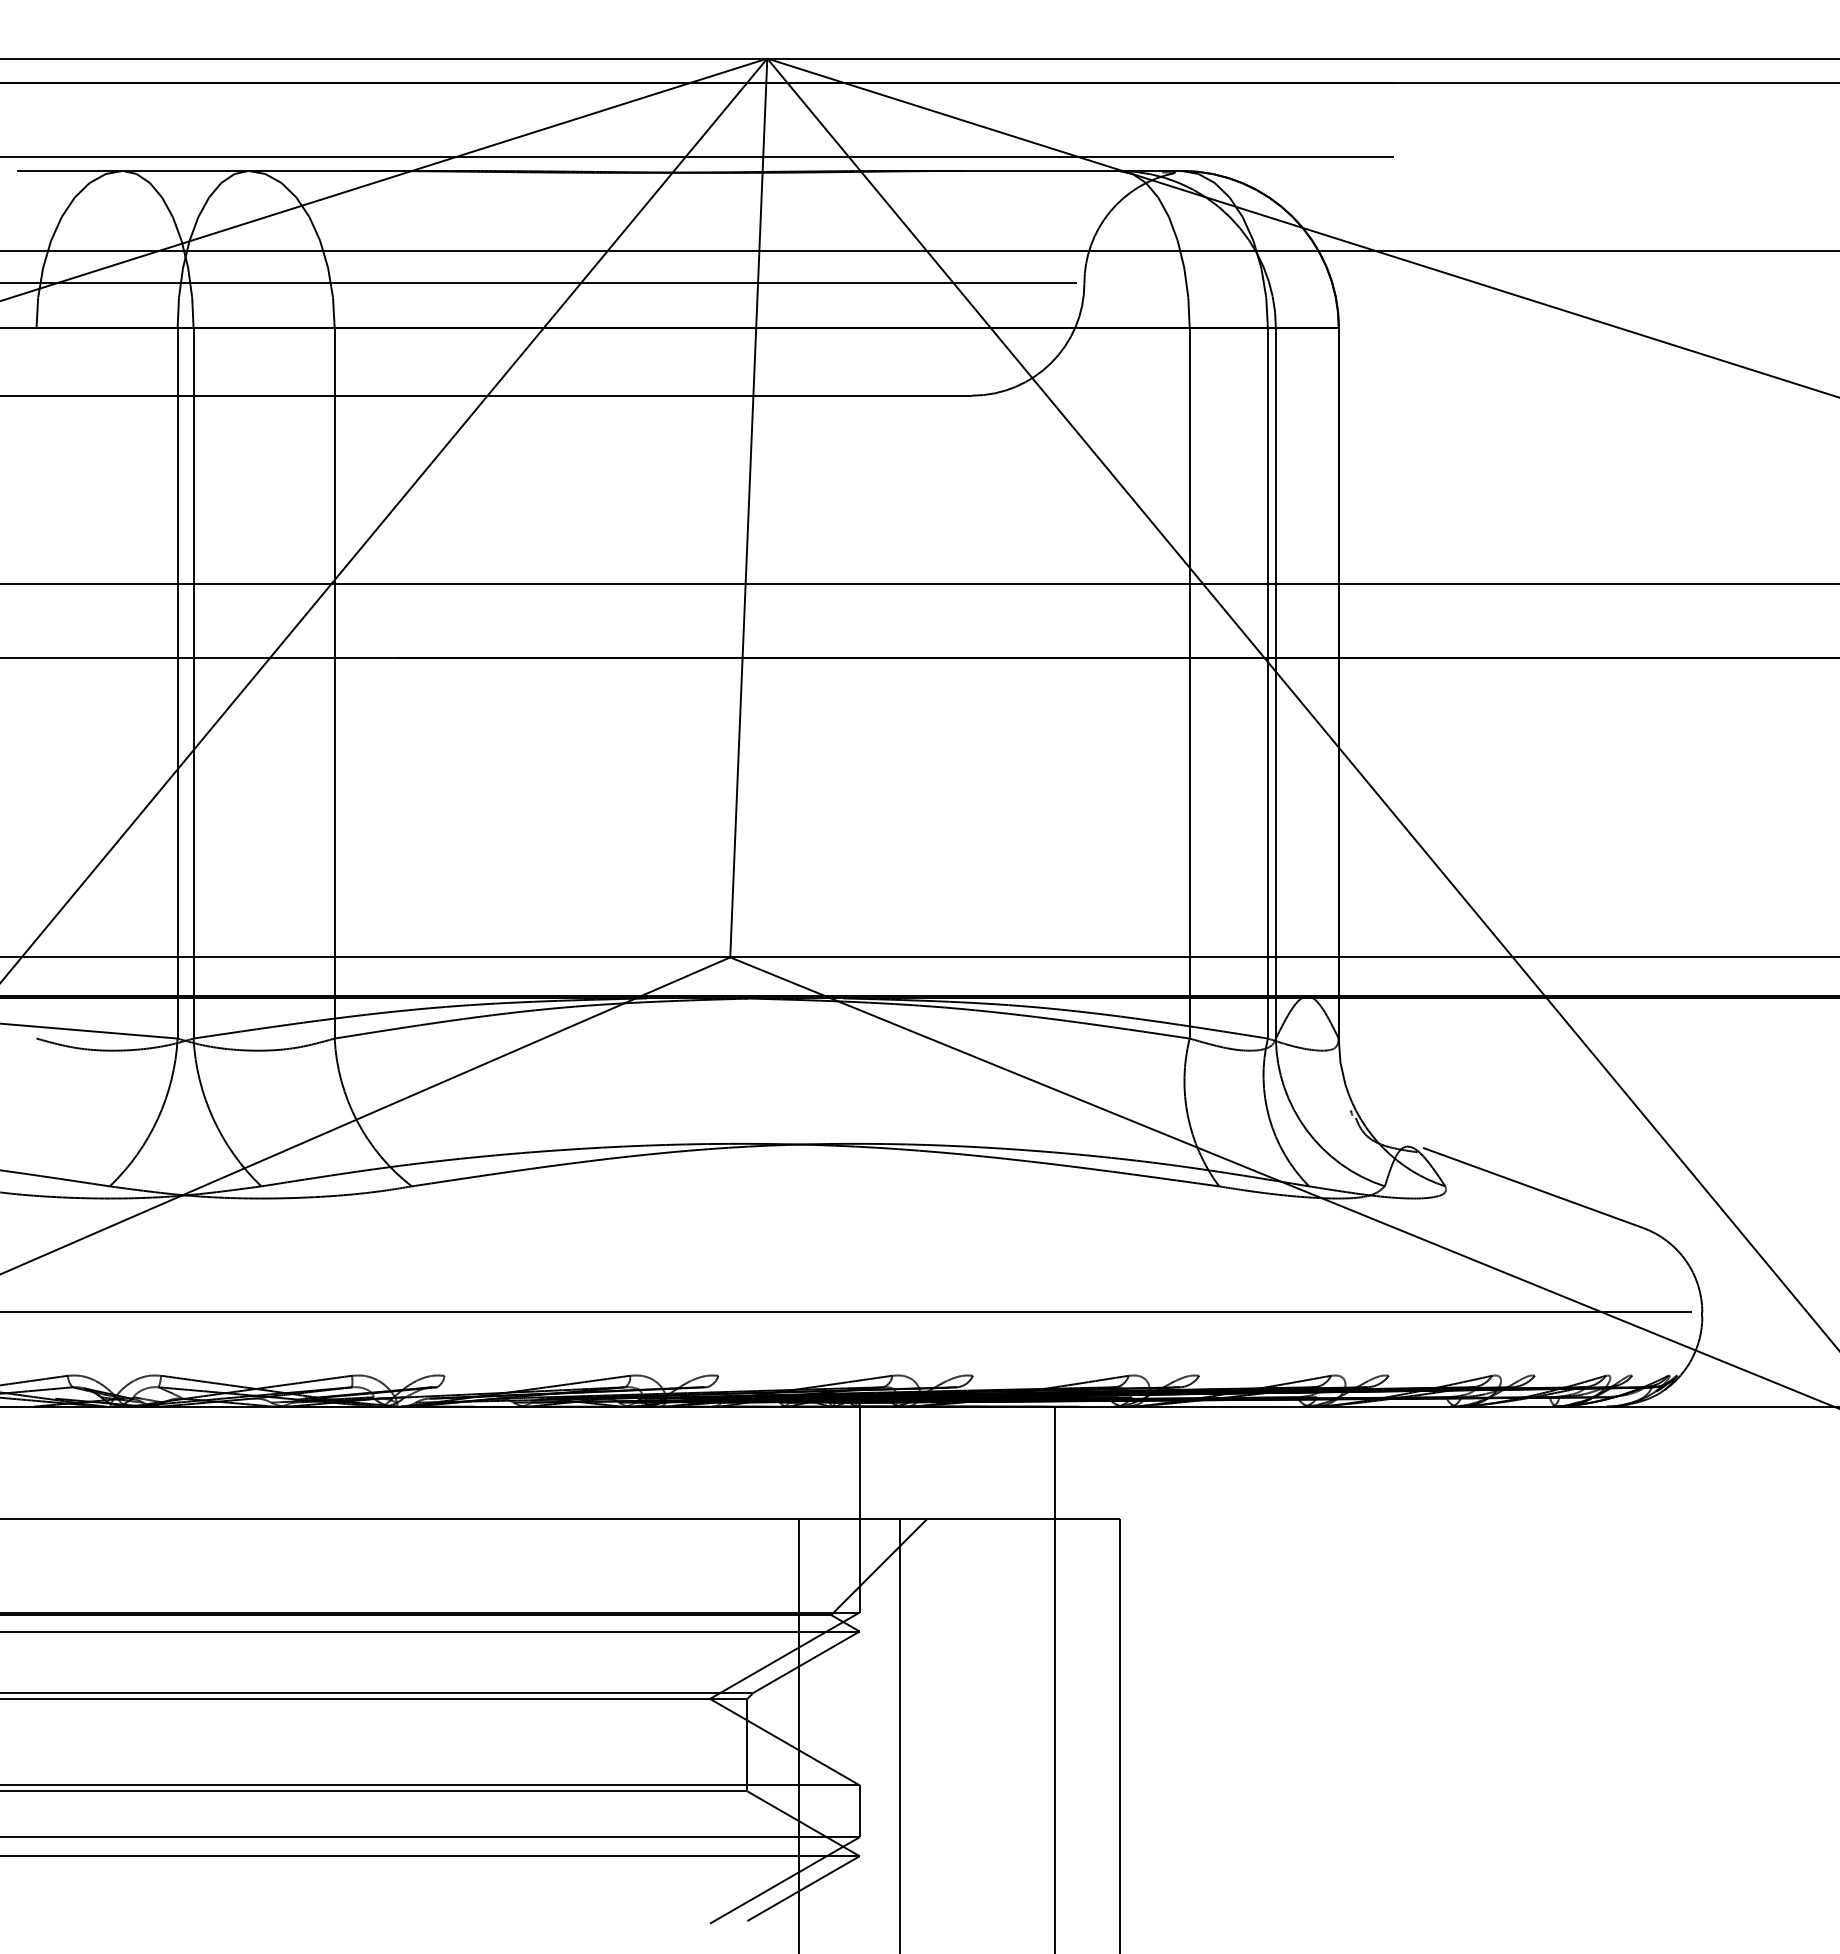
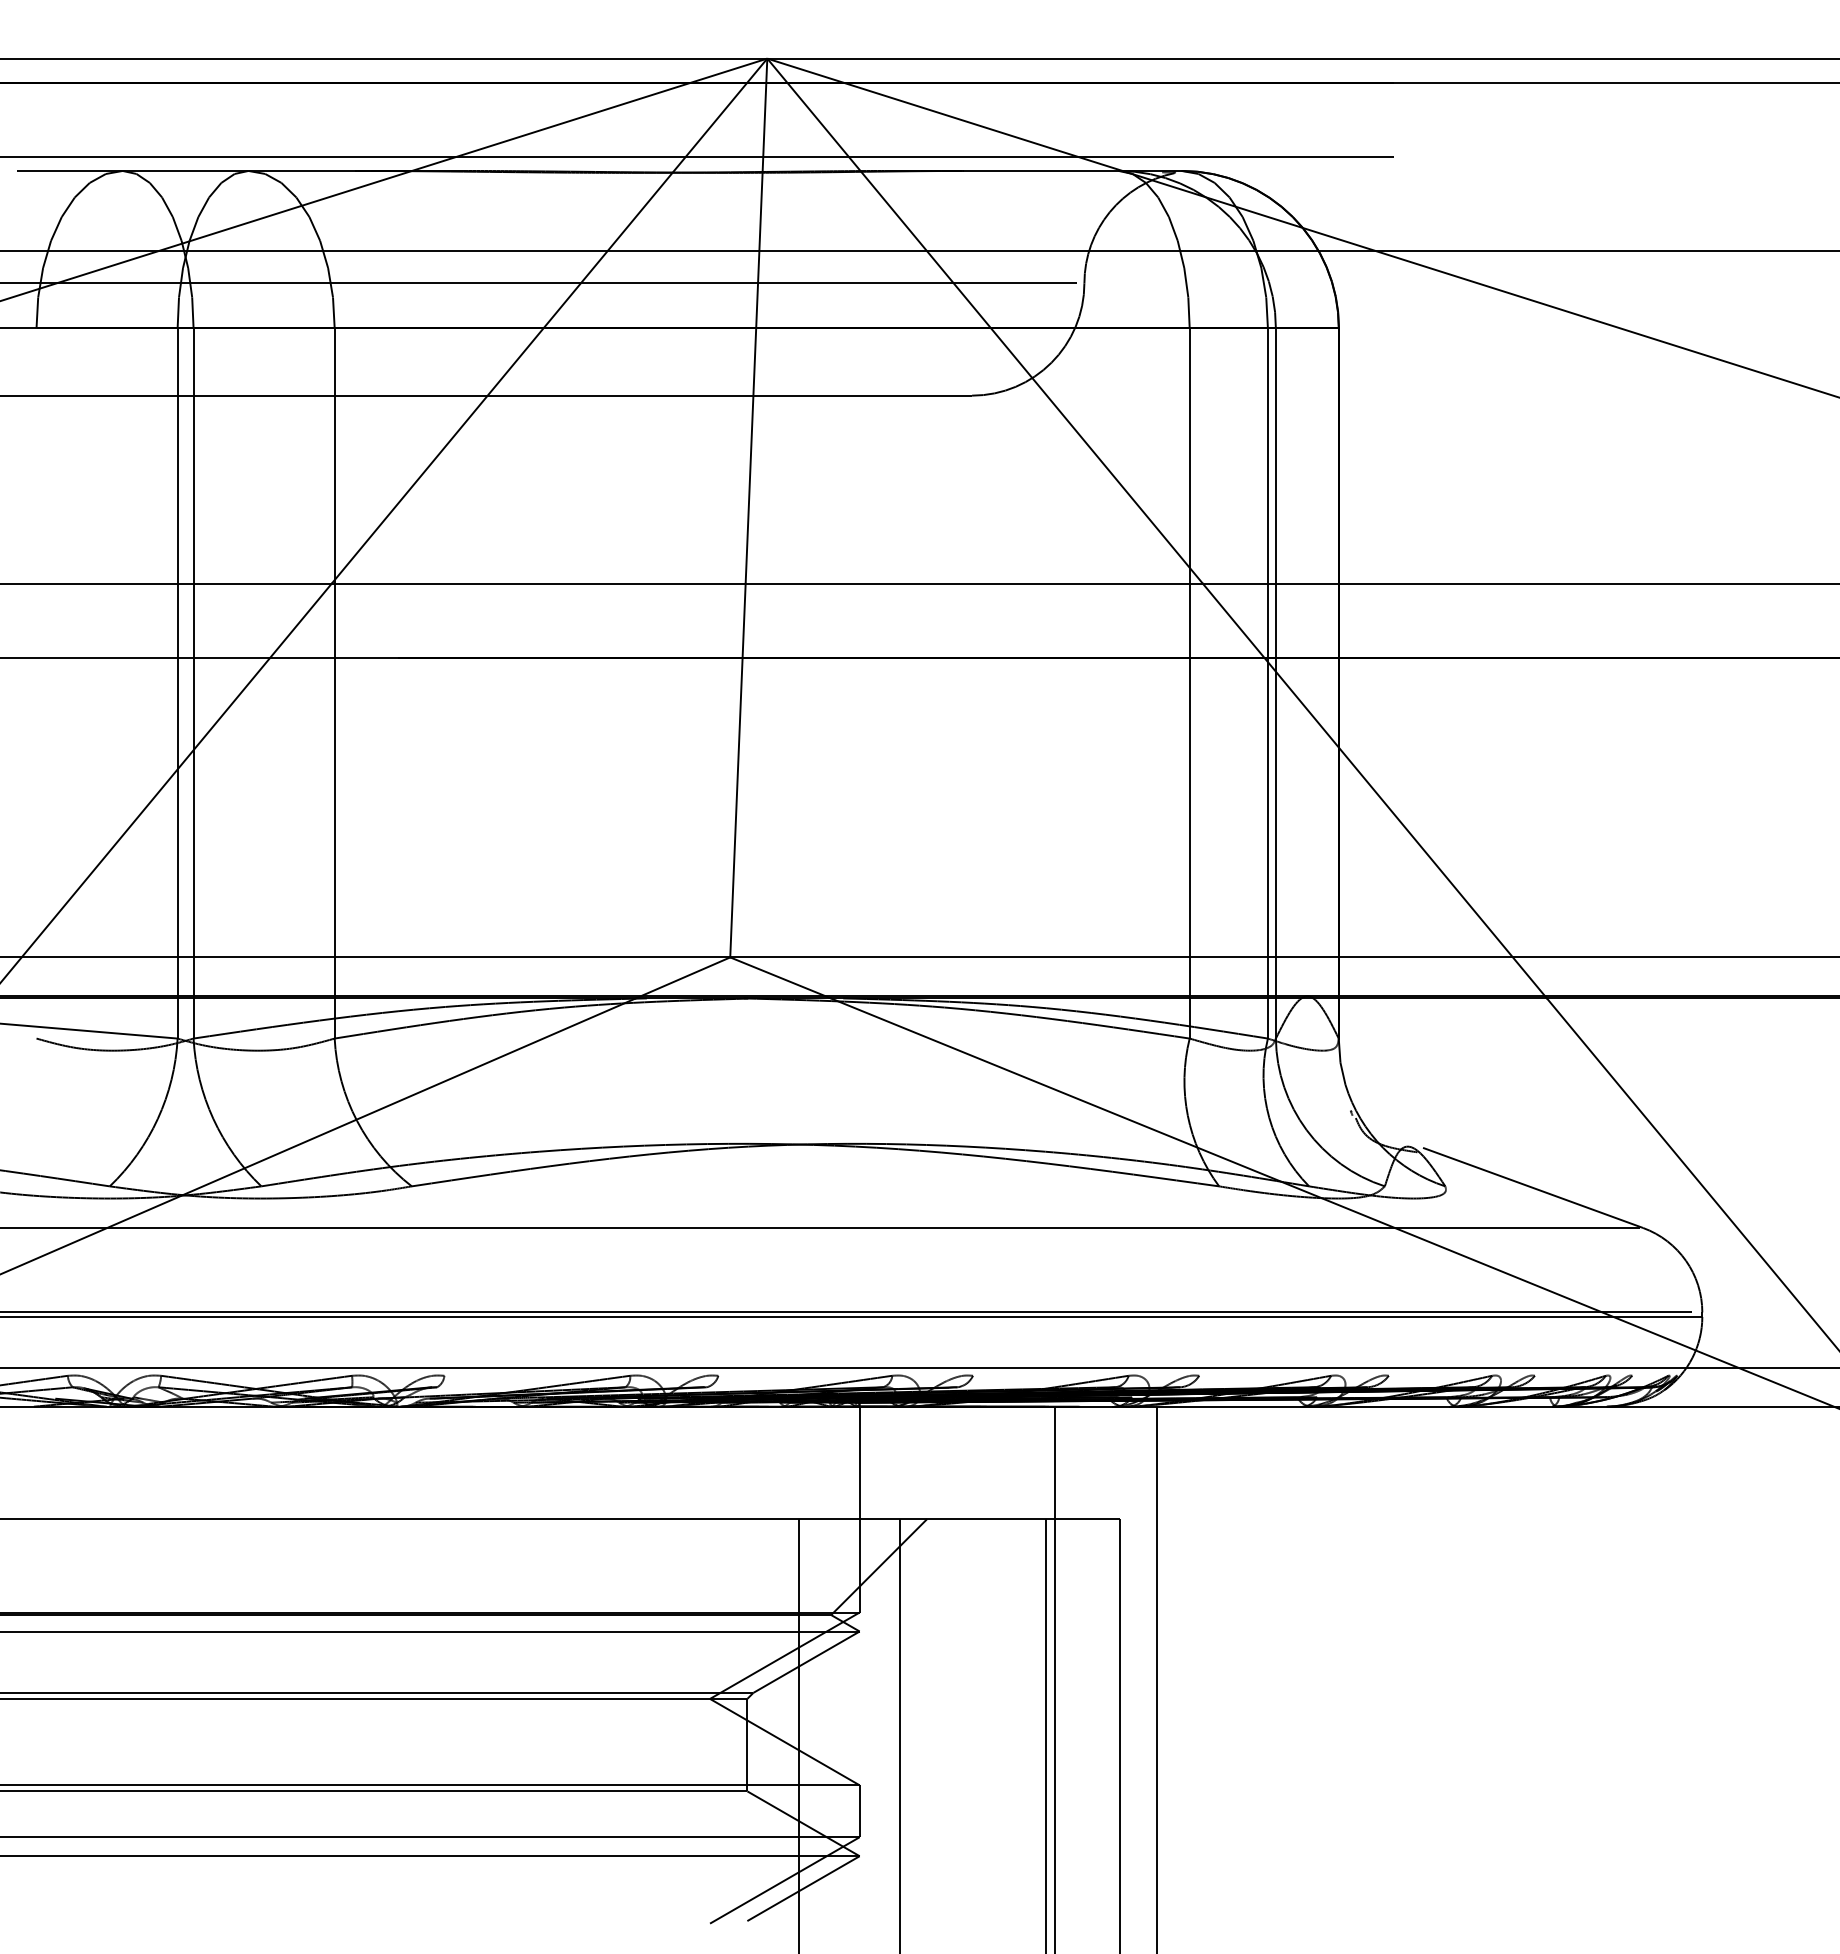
line at (821, 1228): none -> present
line at (852, 1316): none -> present
line at (919, 1368): none -> present
line at (1157, 1678): none -> present
line at (1045, 1734): none -> present
